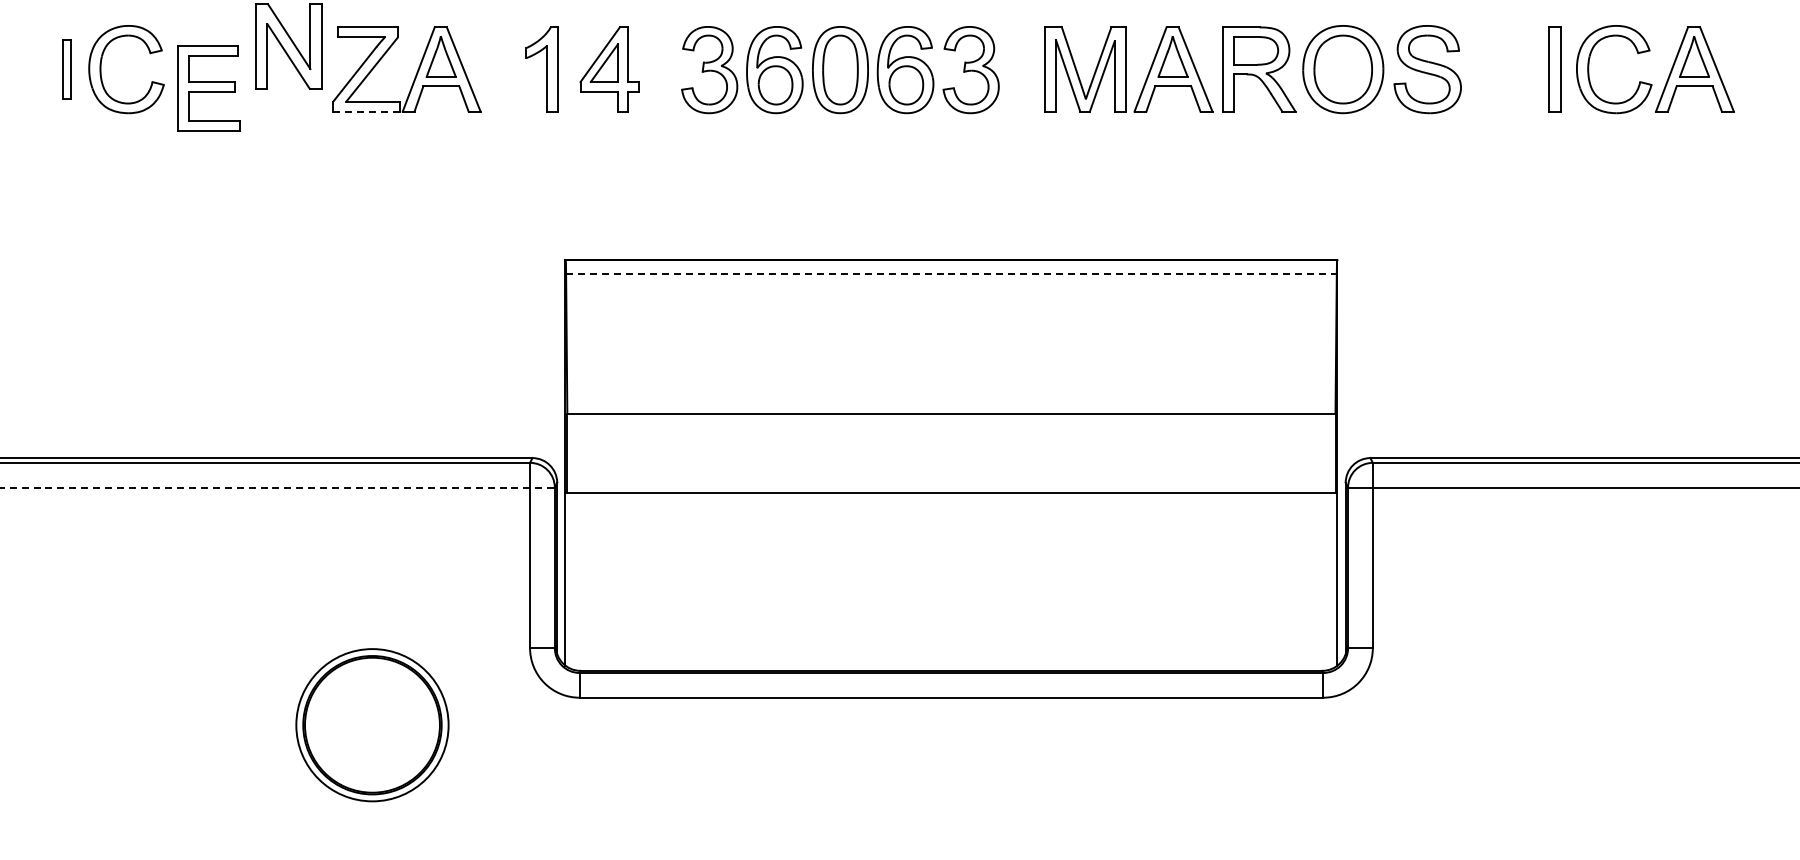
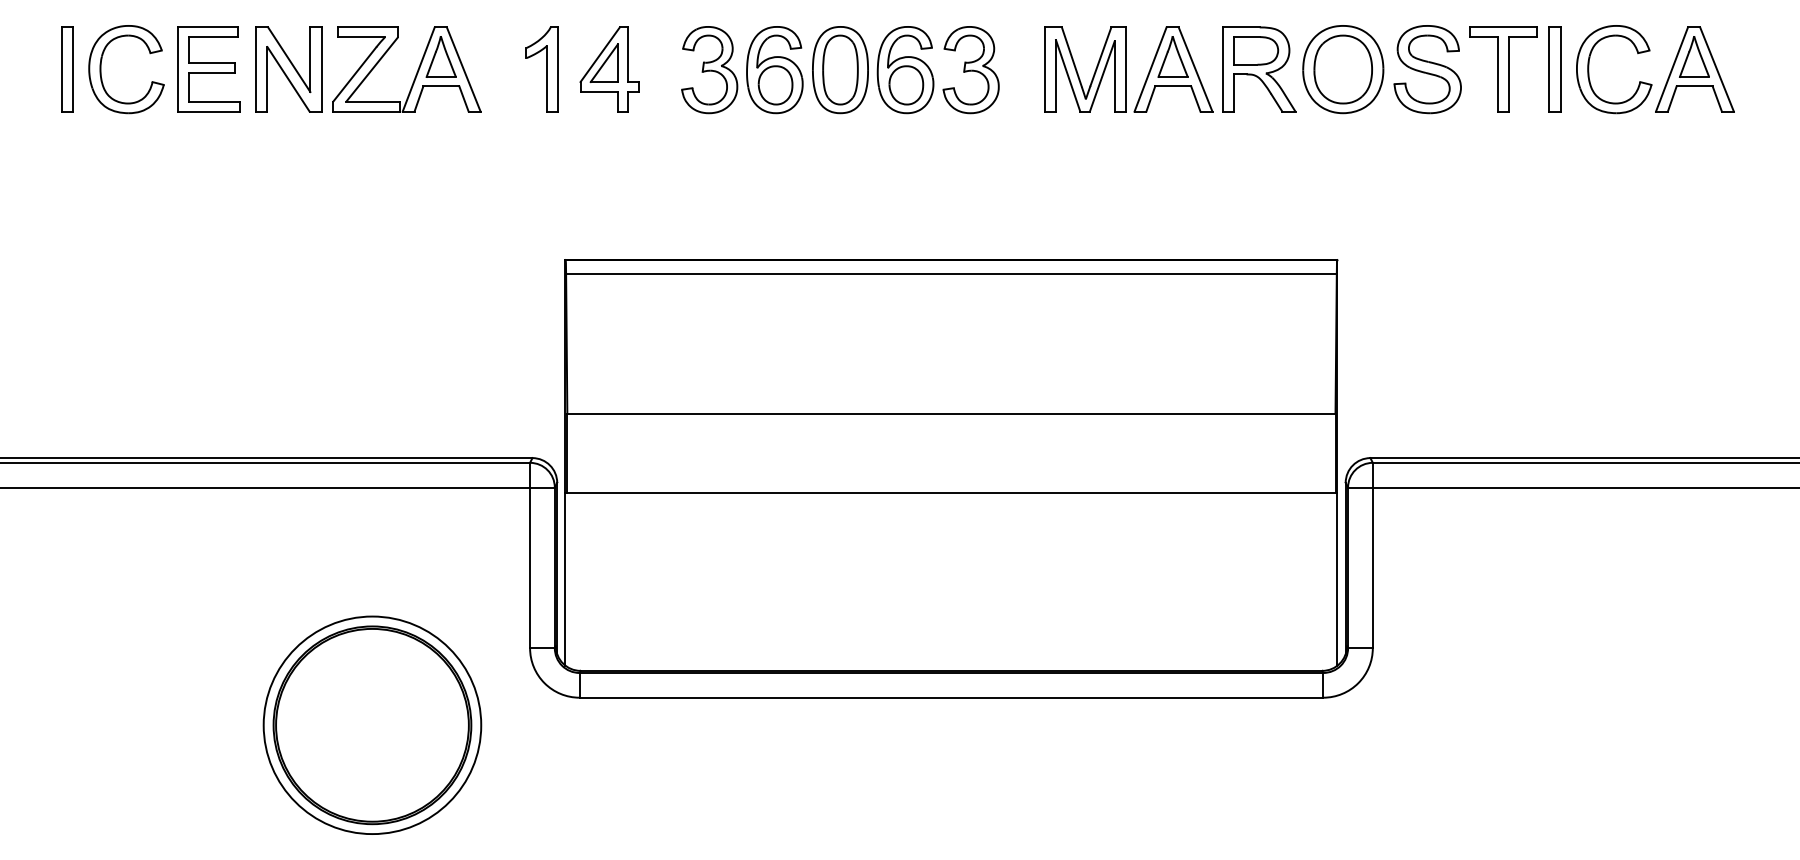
part at (288, 46) position: (288, 46) -> (288, 69)
part at (66, 69) size: 10x61 px -> 13x87 px
part at (1503, 69): none -> present
part at (208, 88) position: (208, 88) -> (208, 69)
line at (367, 111): dashed -> solid
line at (951, 273): dashed -> solid
line at (277, 487): dashed -> solid
part at (372, 725) size: 155x155 px -> 221x220 px
